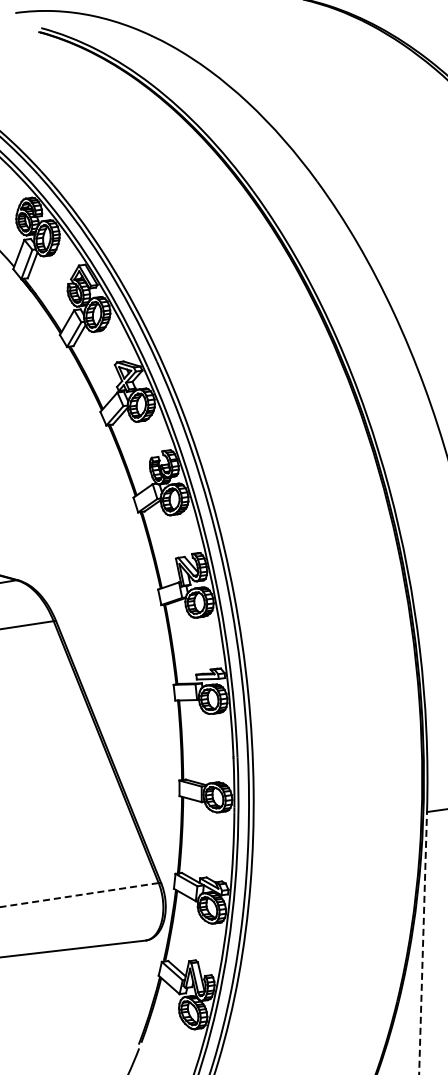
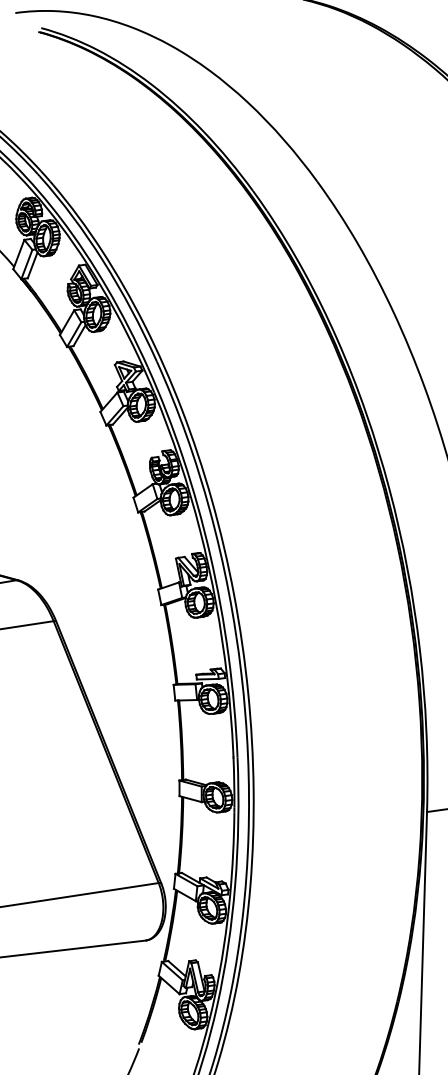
line at (79, 895): dashed -> solid
line at (423, 942): dashed -> solid
